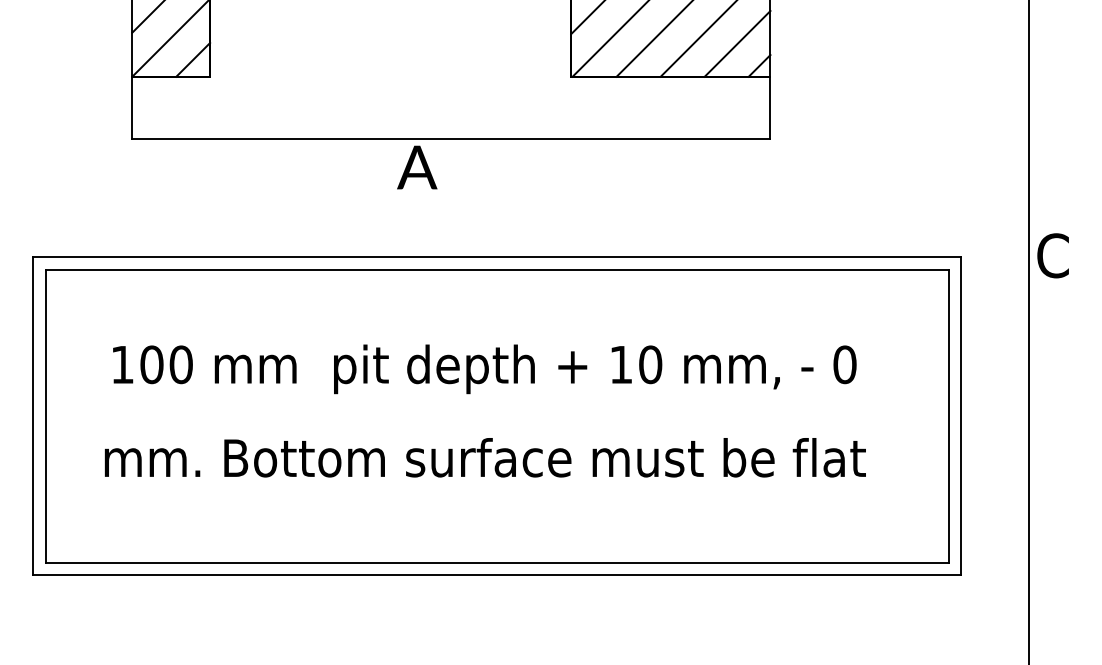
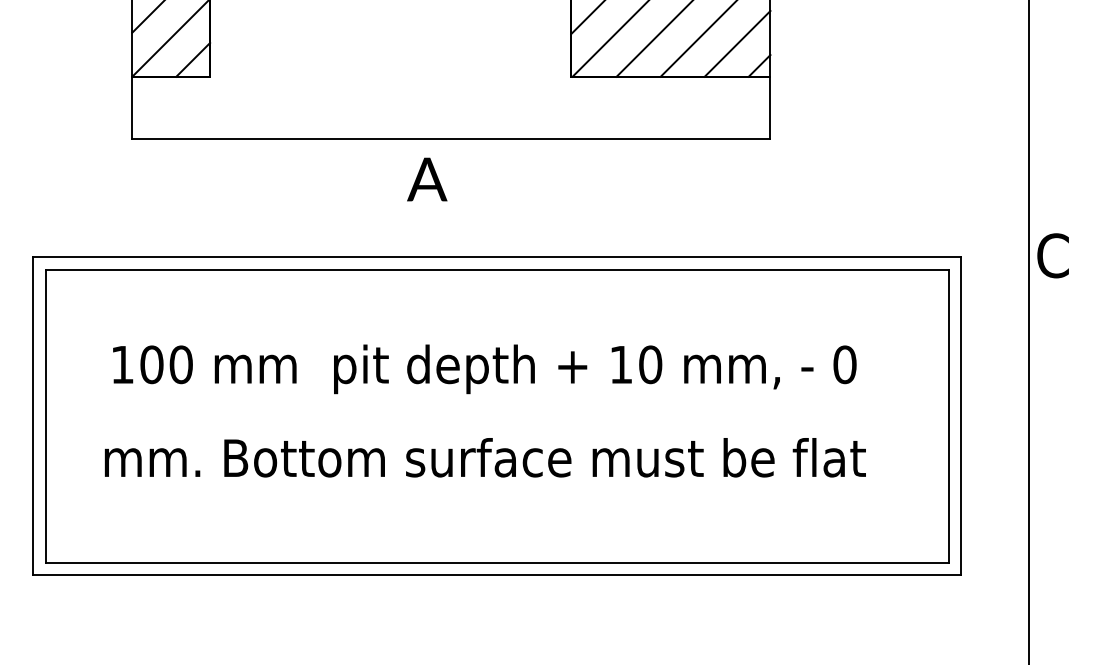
text at (417, 167) position: (417, 167) -> (427, 179)
